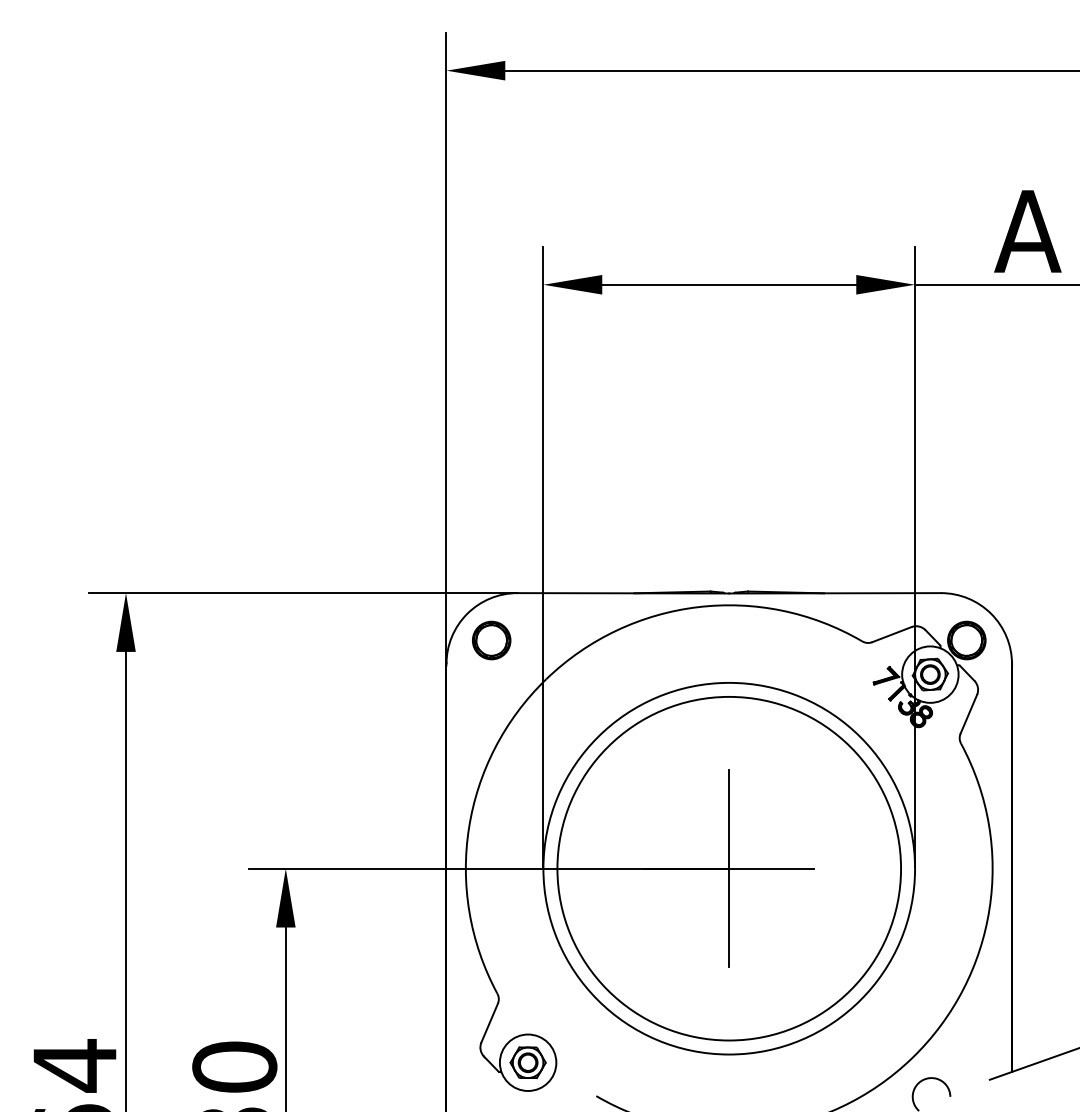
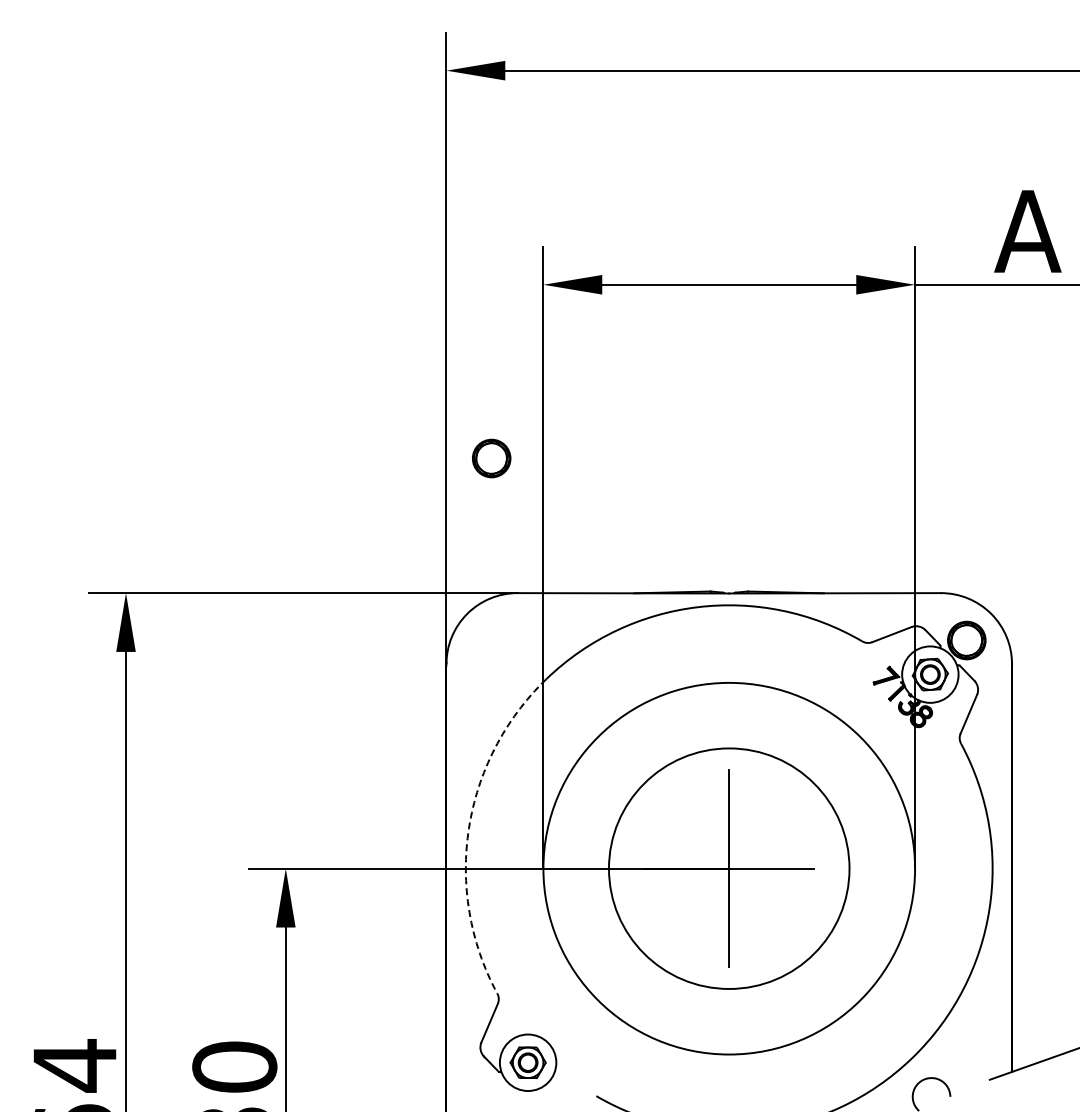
part at (491, 640) position: (491, 640) -> (491, 458)
arc at (469, 828): solid -> dashed
circle at (729, 868) diameter: 344 px -> 241 px
